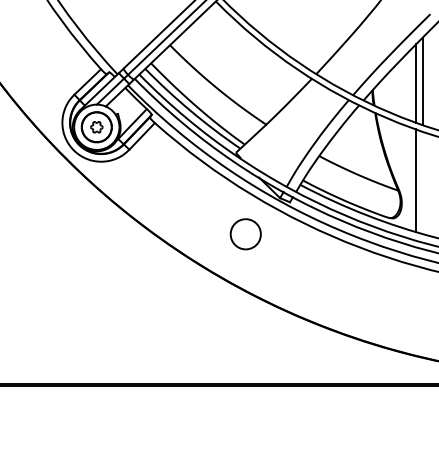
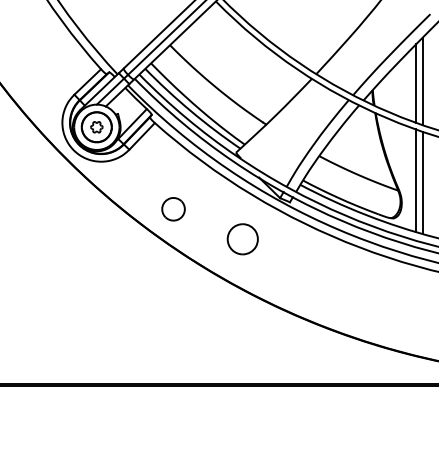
line at (422, 182): none -> present
part at (173, 209): none -> present
part at (245, 234) position: (245, 234) -> (242, 239)
